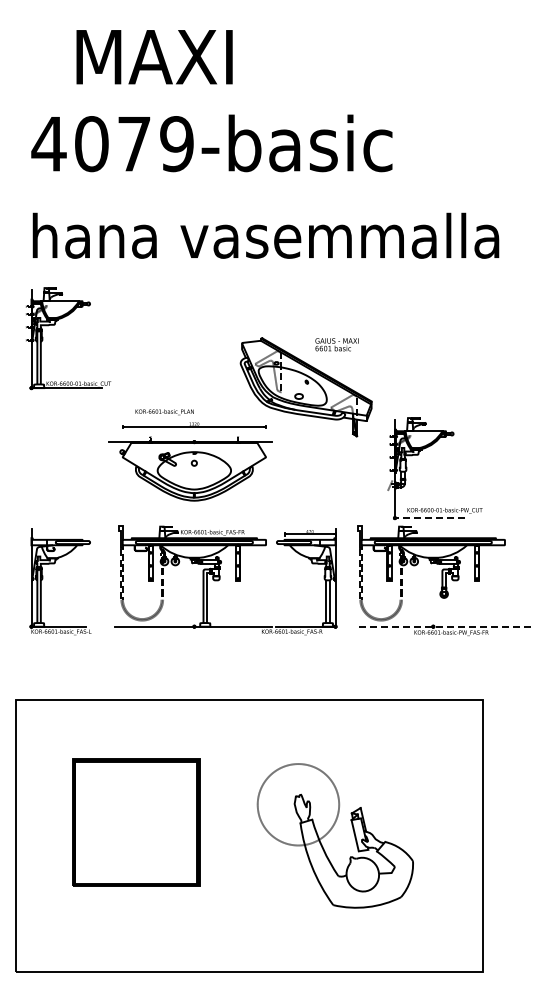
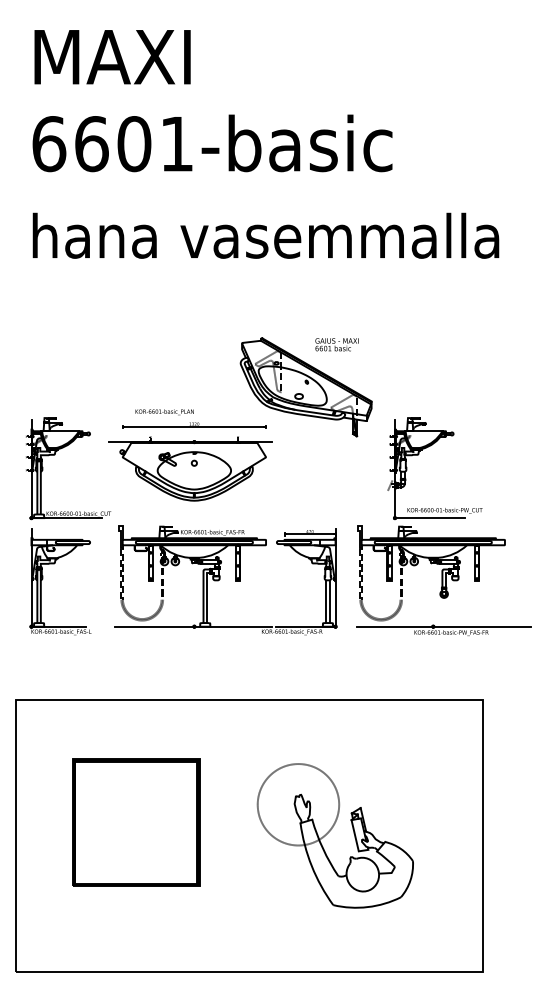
text at (154, 57) position: (154, 57) -> (112, 57)
text at (112, 144): 4079-basic -> 6601-basic
part at (55, 324) position: (55, 324) -> (55, 454)
line at (429, 518): dashed -> solid
line at (443, 626): dashed -> solid
